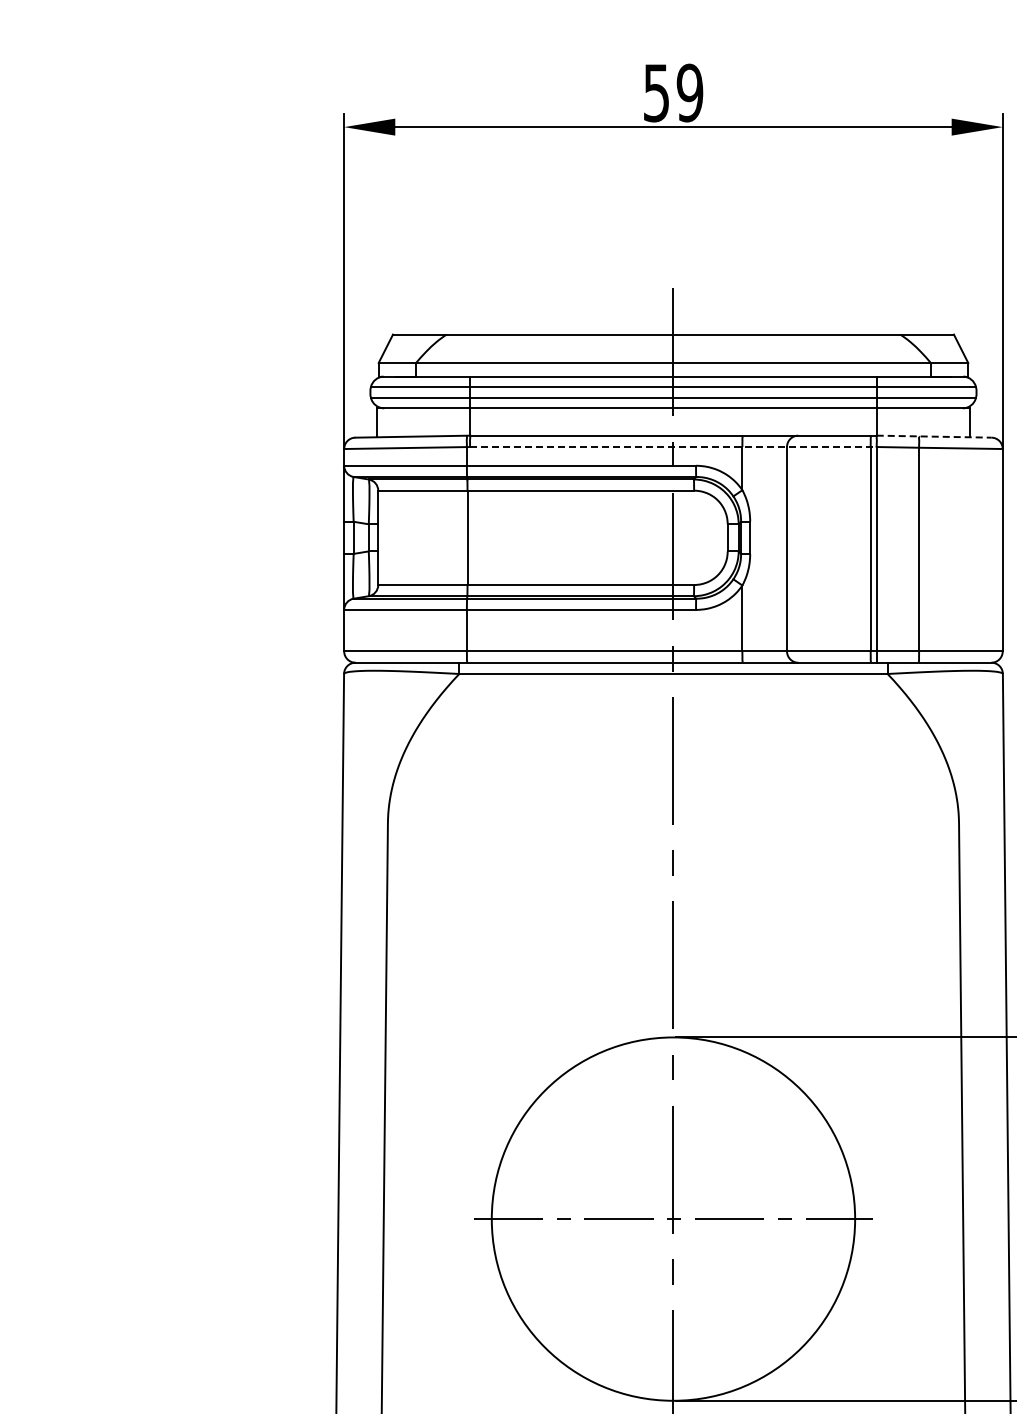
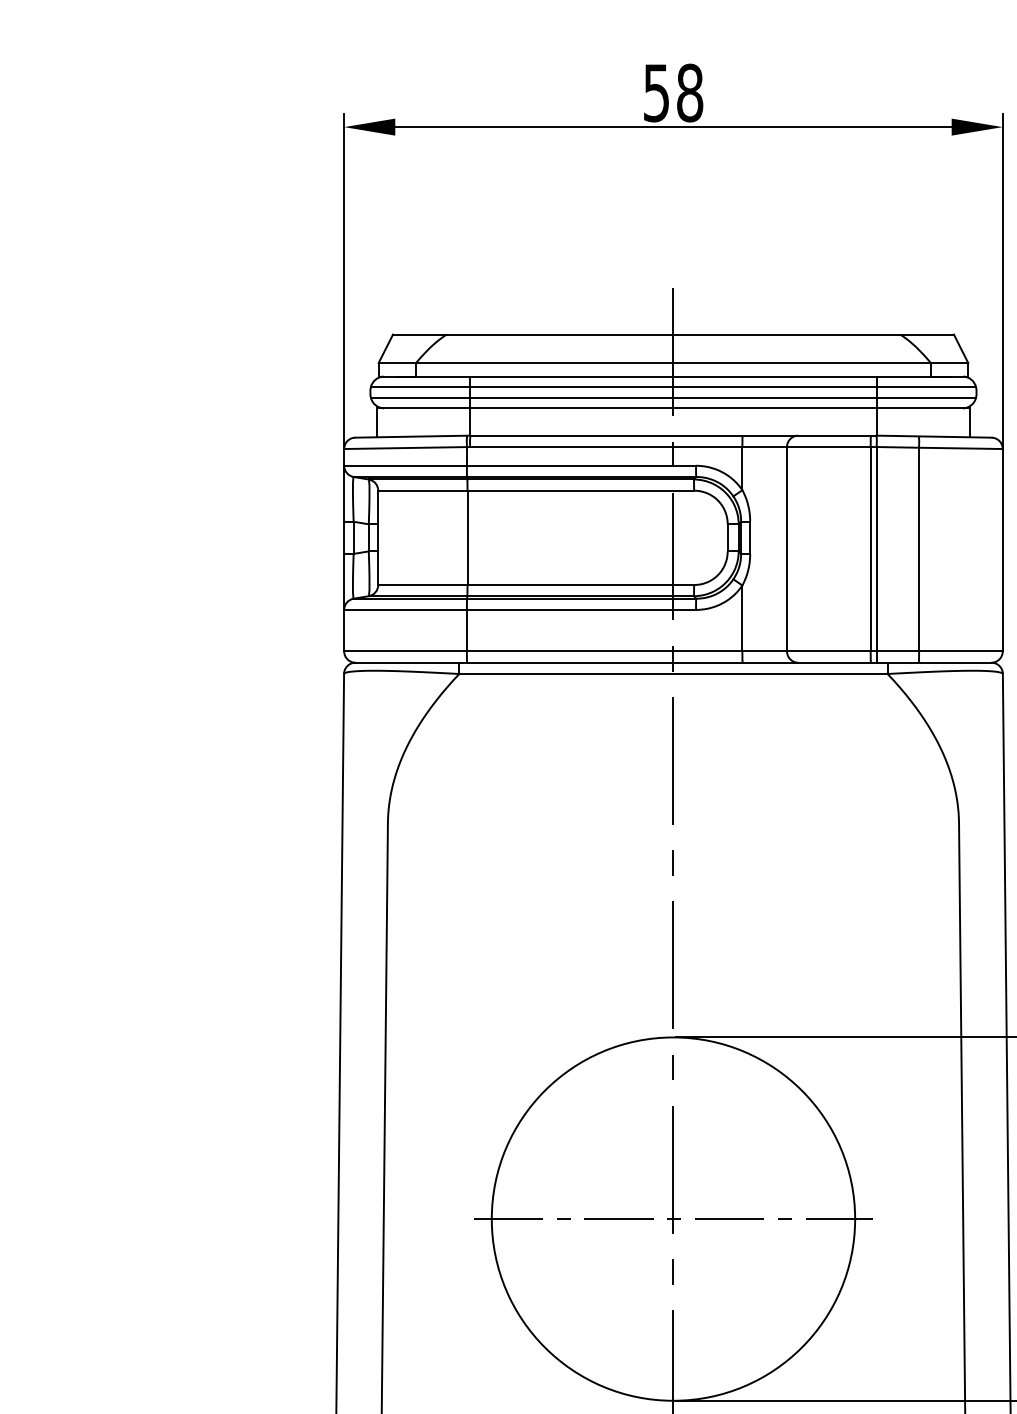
text at (689, 92): 59 -> 58
line at (934, 436): dashed -> solid
line at (673, 447): dashed -> solid
